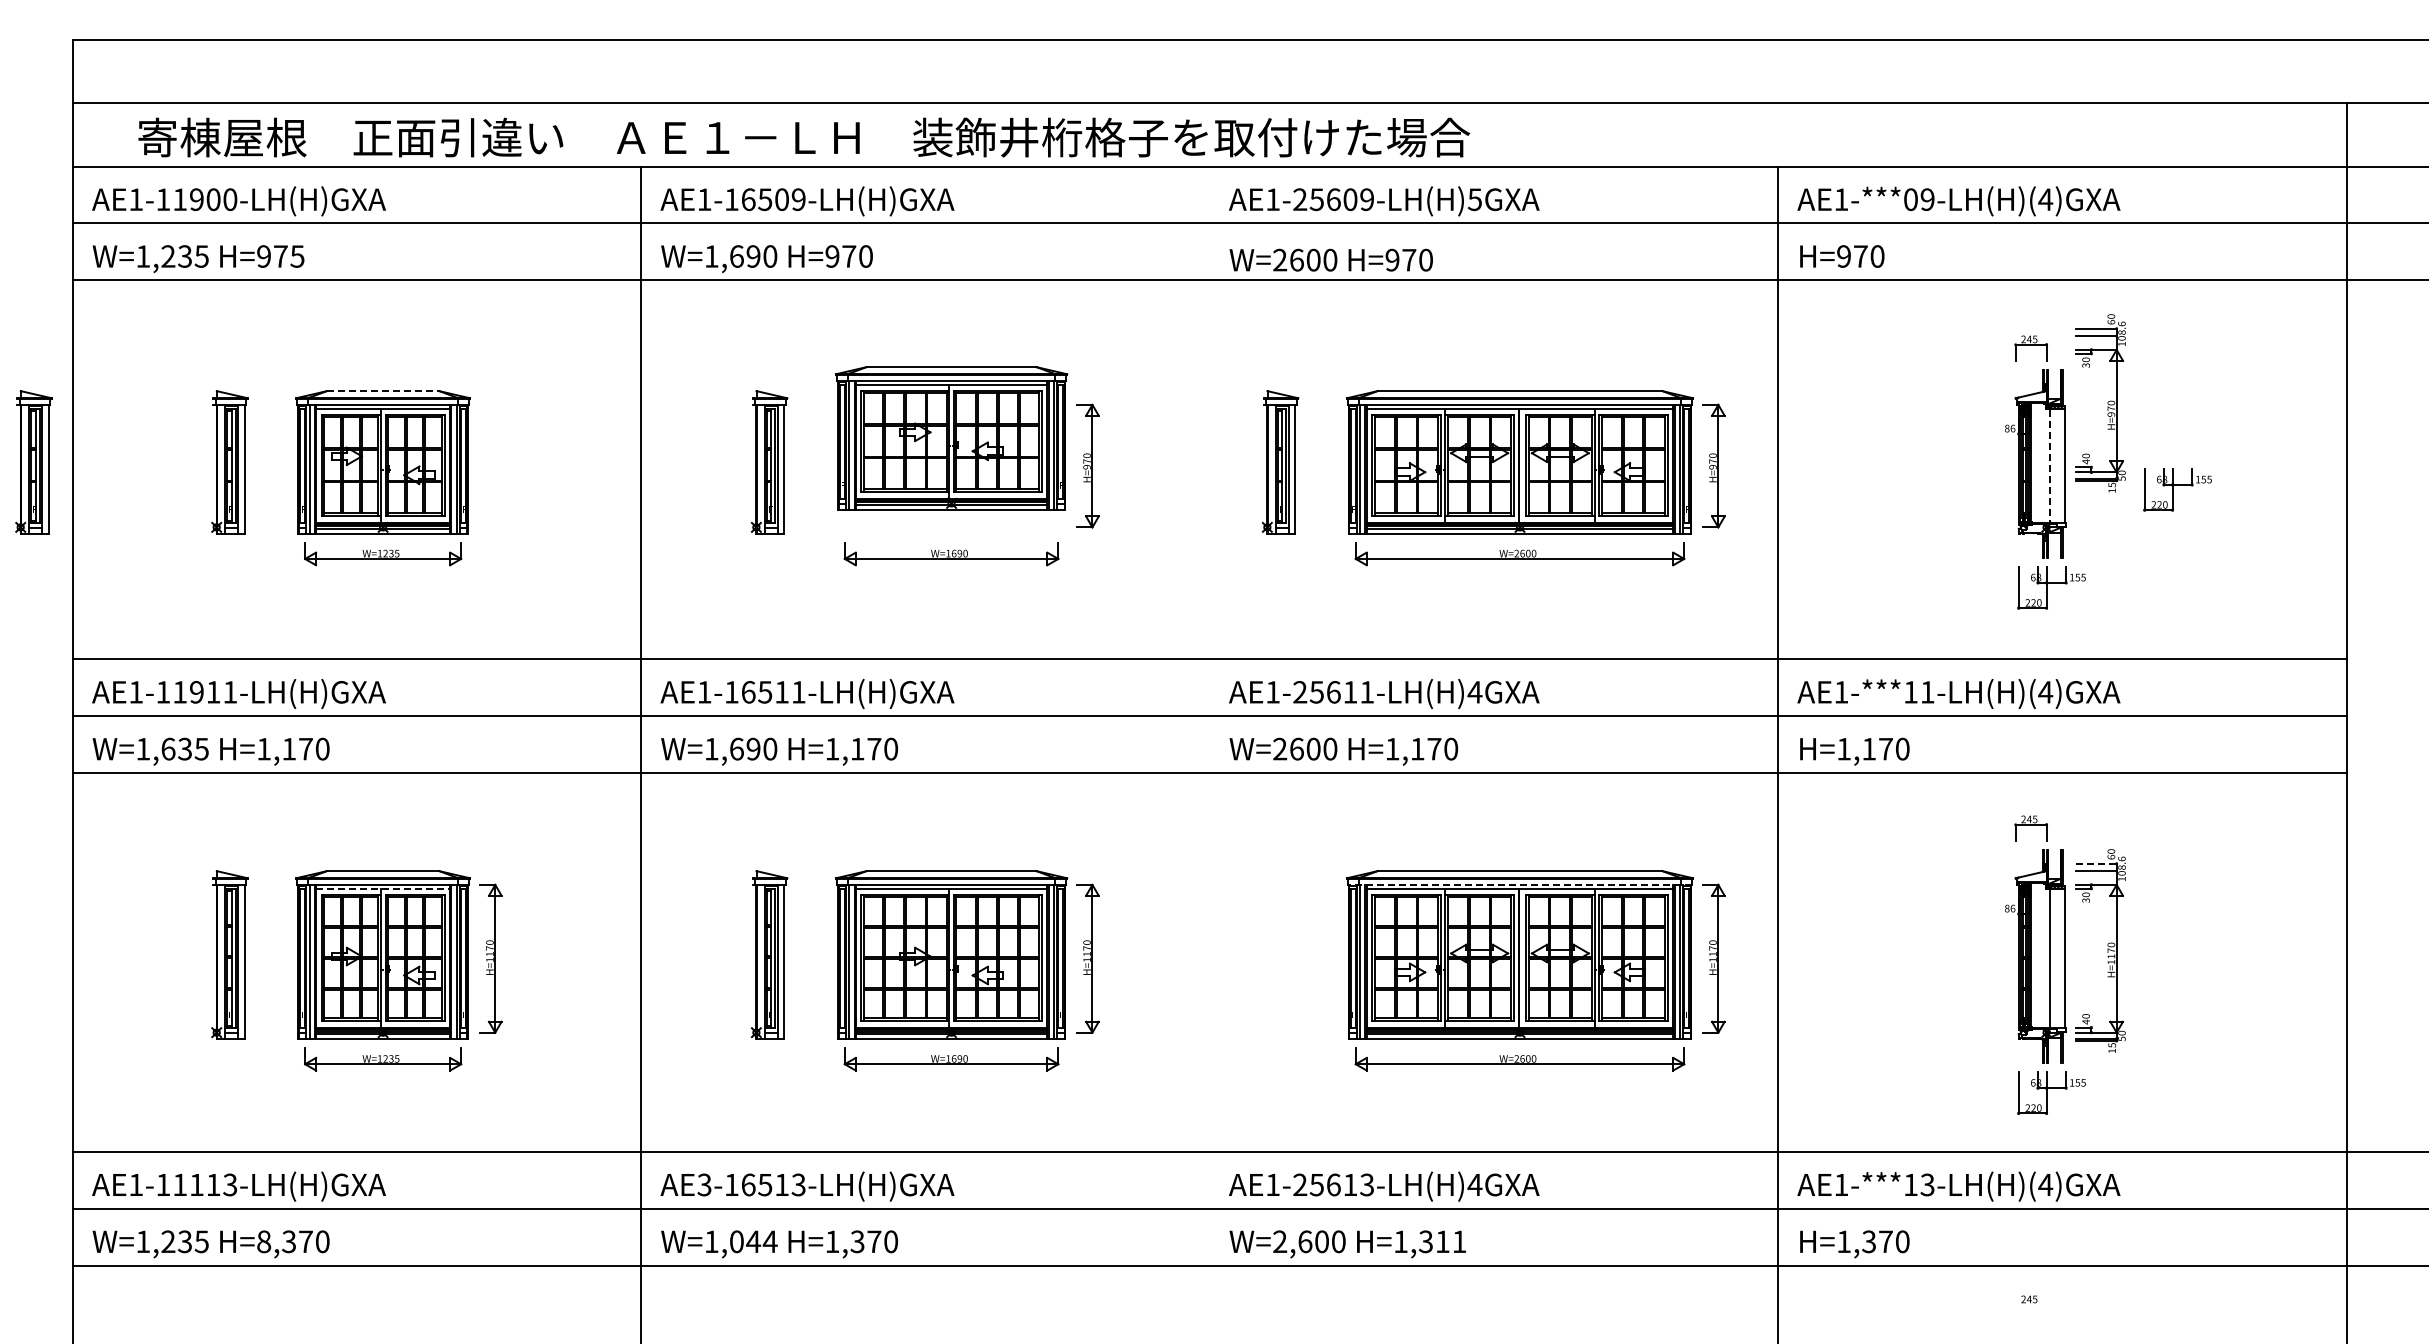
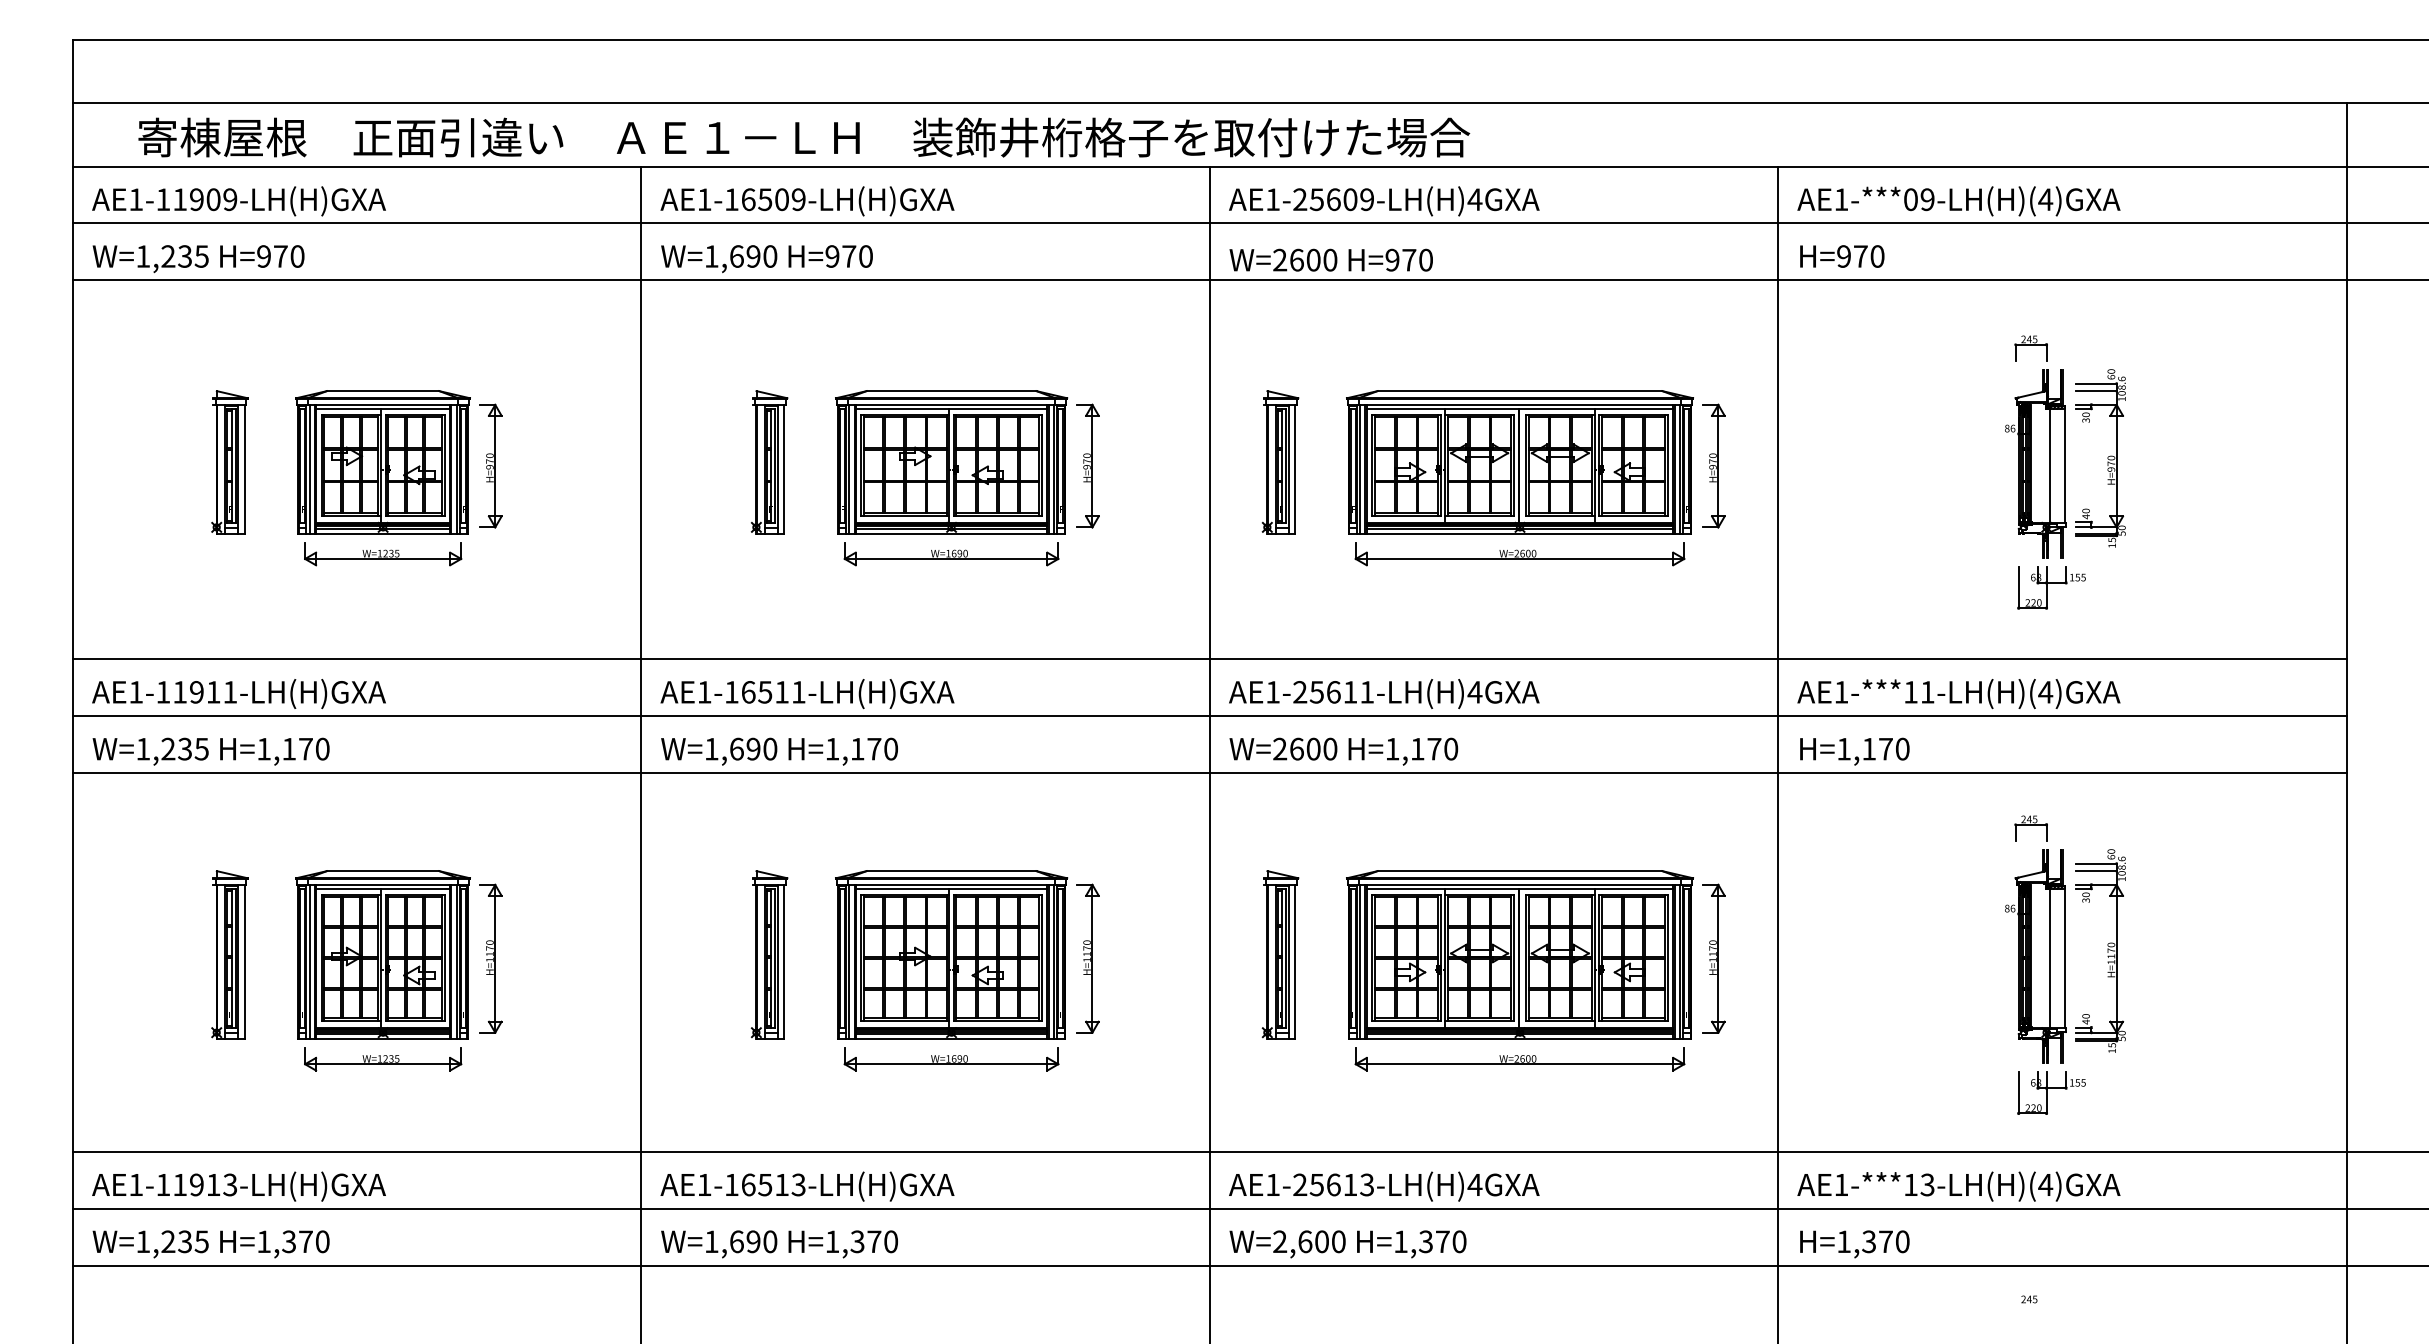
text at (230, 199): AE1-11900-LH(H)GXA -> AE1-11909-LH(H)GXA
text at (1474, 199): AE1-25609-LH(H)5GXA -> AE1-25609-LH(H)4GXA
text at (297, 256): H=975 -> H=970
line at (383, 391): dashed -> solid
part at (2107, 403) position: (2107, 403) -> (2107, 458)
part at (951, 438) position: (951, 438) -> (951, 462)
part at (33, 462): present -> none
part at (490, 465): none -> present
line at (2050, 466): dashed -> solid
part at (2177, 489): present -> none
text at (168, 748): W=1,635 -> W=1,235
line at (1209, 753): none -> present
line at (2096, 863): dashed -> solid
line at (1520, 884): dashed -> solid
line at (383, 889): dashed -> solid
part at (1280, 954): none -> present
text at (196, 1184): AE1-11113-LH(H)GXA -> AE1-11913-LH(H)GXA
text at (704, 1184): AE3-16513-LH(H)GXA -> AE1-16513-LH(H)GXA
text at (264, 1241): H=8,370 -> H=1,370
text at (753, 1241): W=1,044 -> W=1,690
text at (1451, 1241): H=1,311 -> H=1,370
